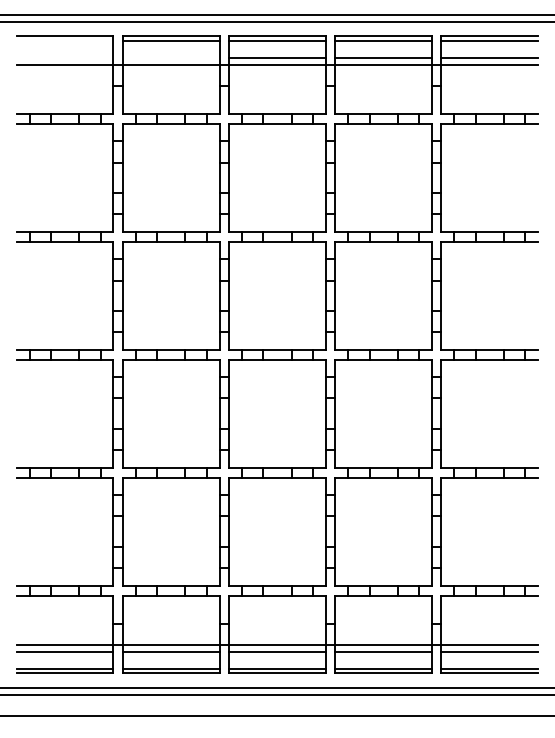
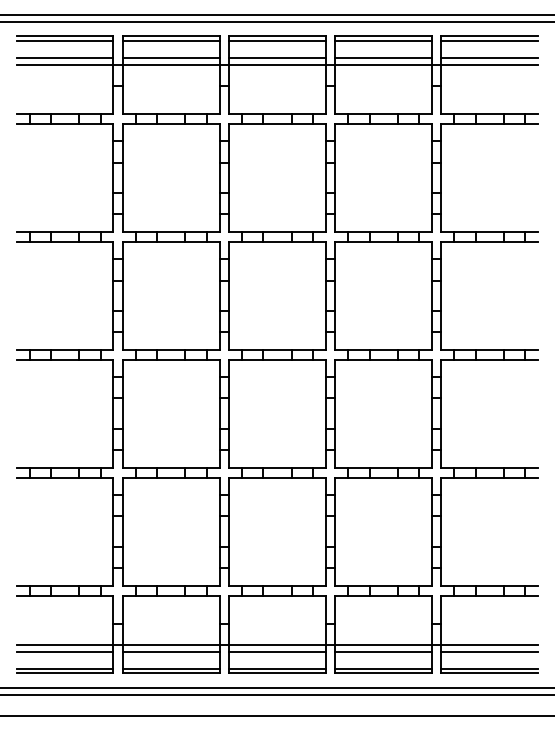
line at (64, 40): none -> present
line at (64, 57): none -> present
line at (170, 57): none -> present
